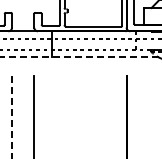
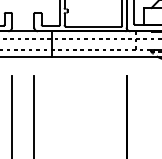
line at (80, 57): dashed -> solid
line at (12, 117): dashed -> solid
